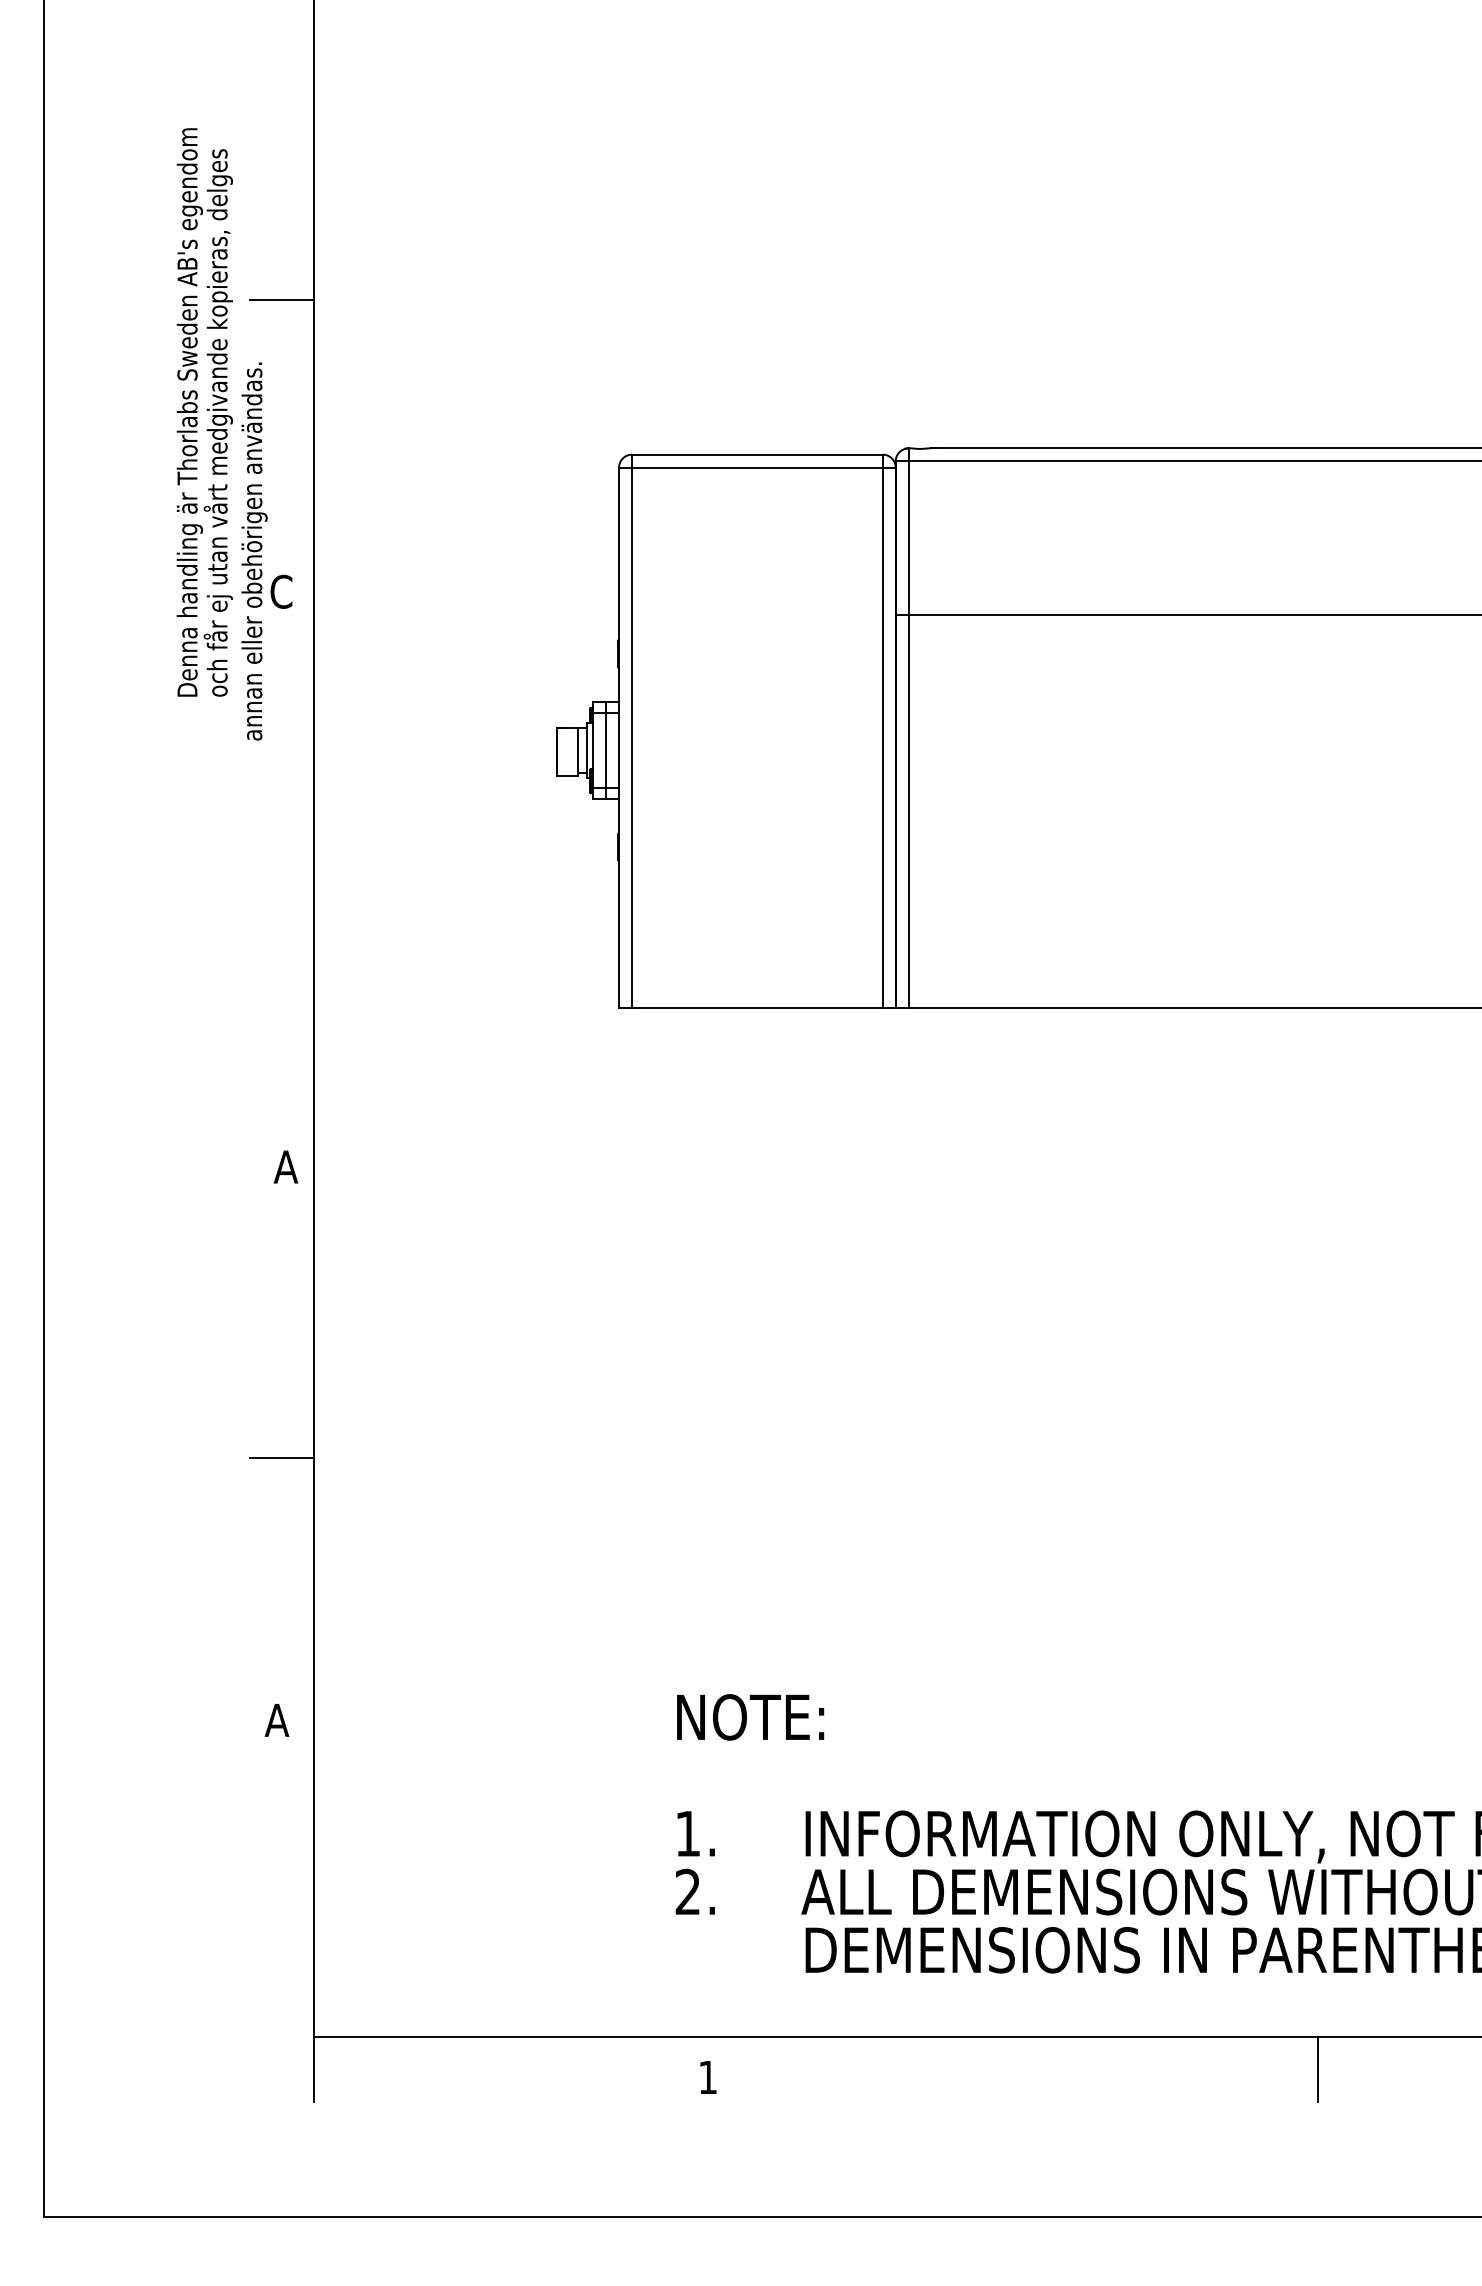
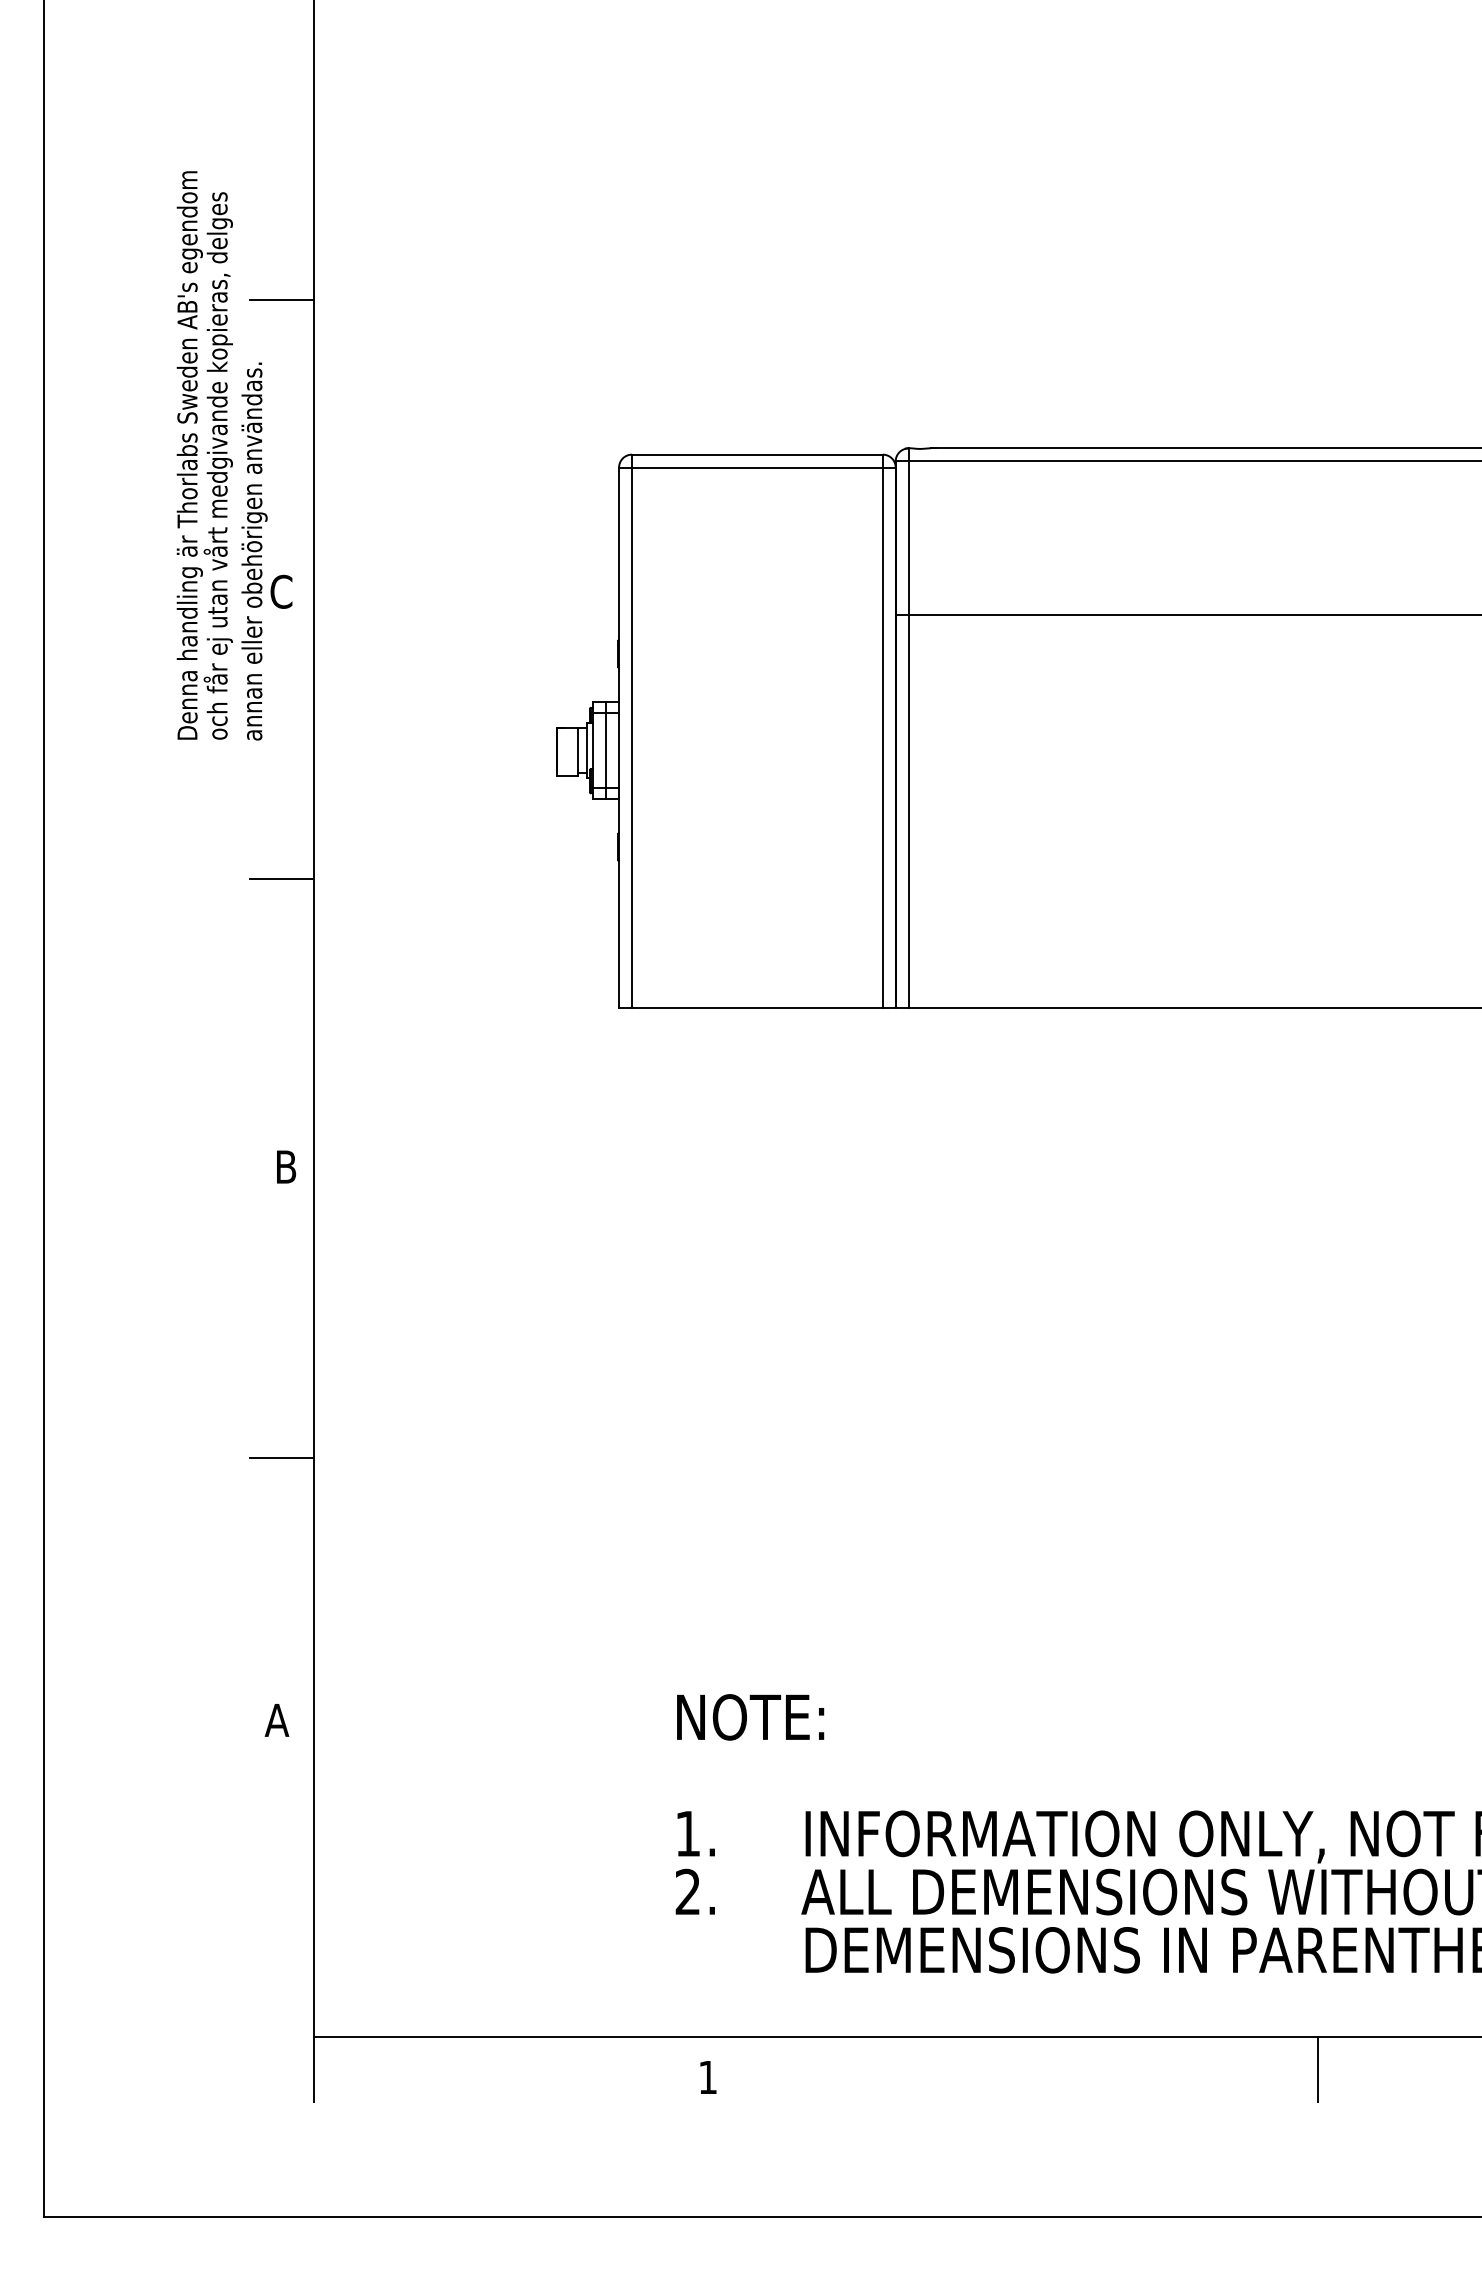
text at (204, 412) position: (204, 412) -> (204, 455)
line at (282, 879): none -> present
text at (285, 1166): A -> B
